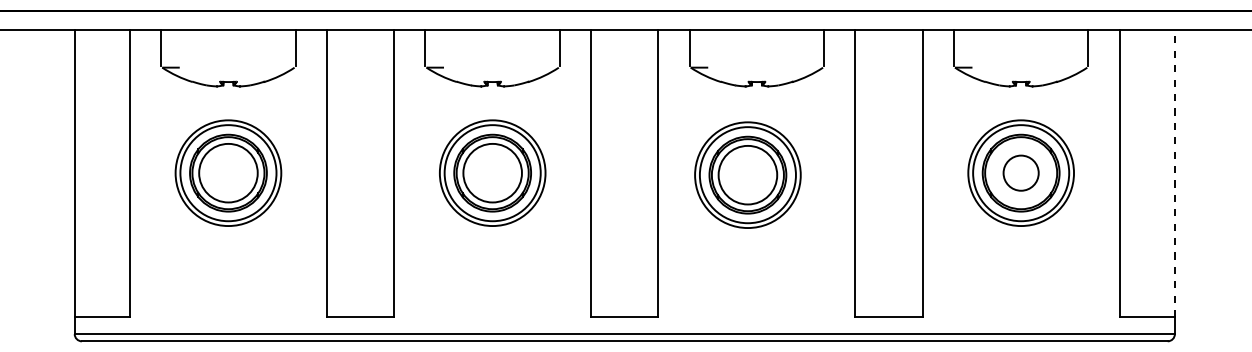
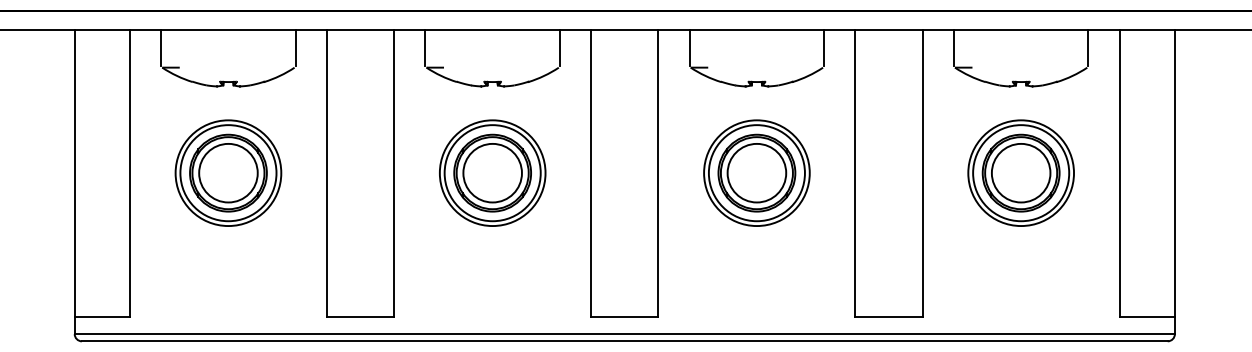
circle at (1020, 172) diameter: 35 px -> 59 px
line at (1174, 173): dashed -> solid
part at (747, 174) position: (747, 174) -> (756, 172)
